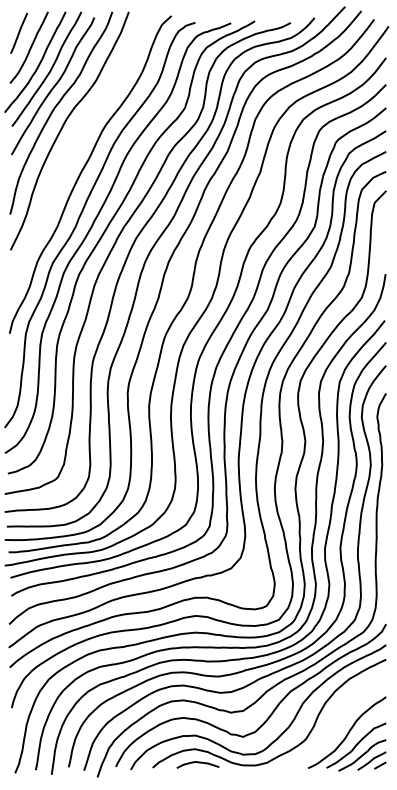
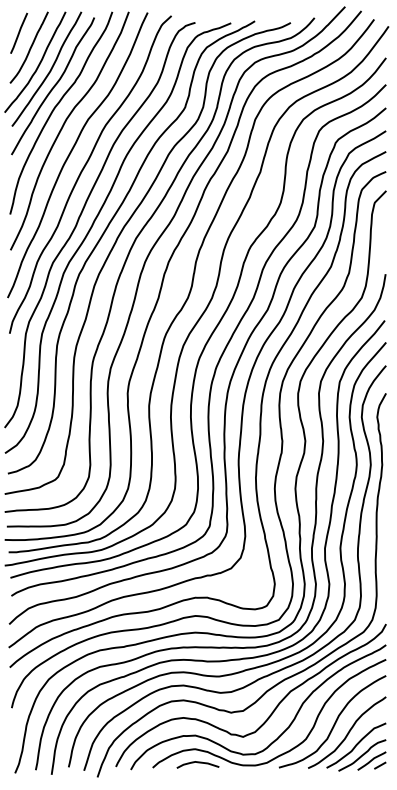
curve at (71, 153): none -> present
curve at (334, 722): none -> present
